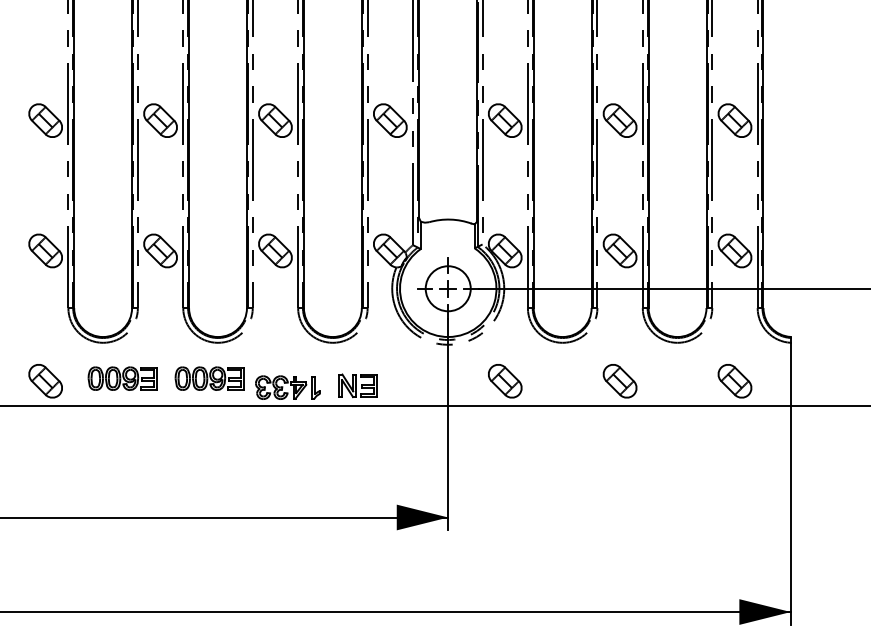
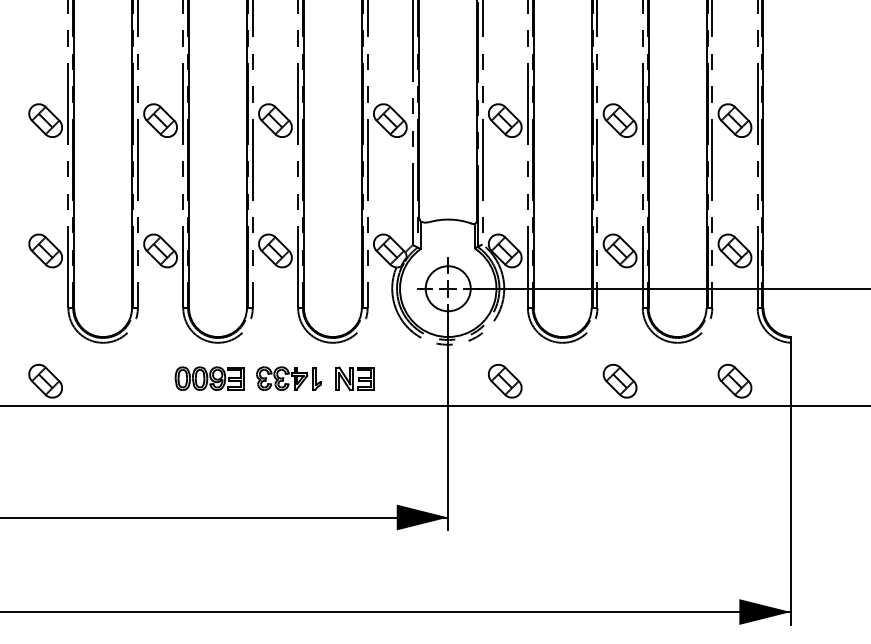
part at (122, 378): present -> none
part at (357, 385) position: (357, 385) -> (354, 378)
part at (287, 387) position: (287, 387) -> (288, 378)
